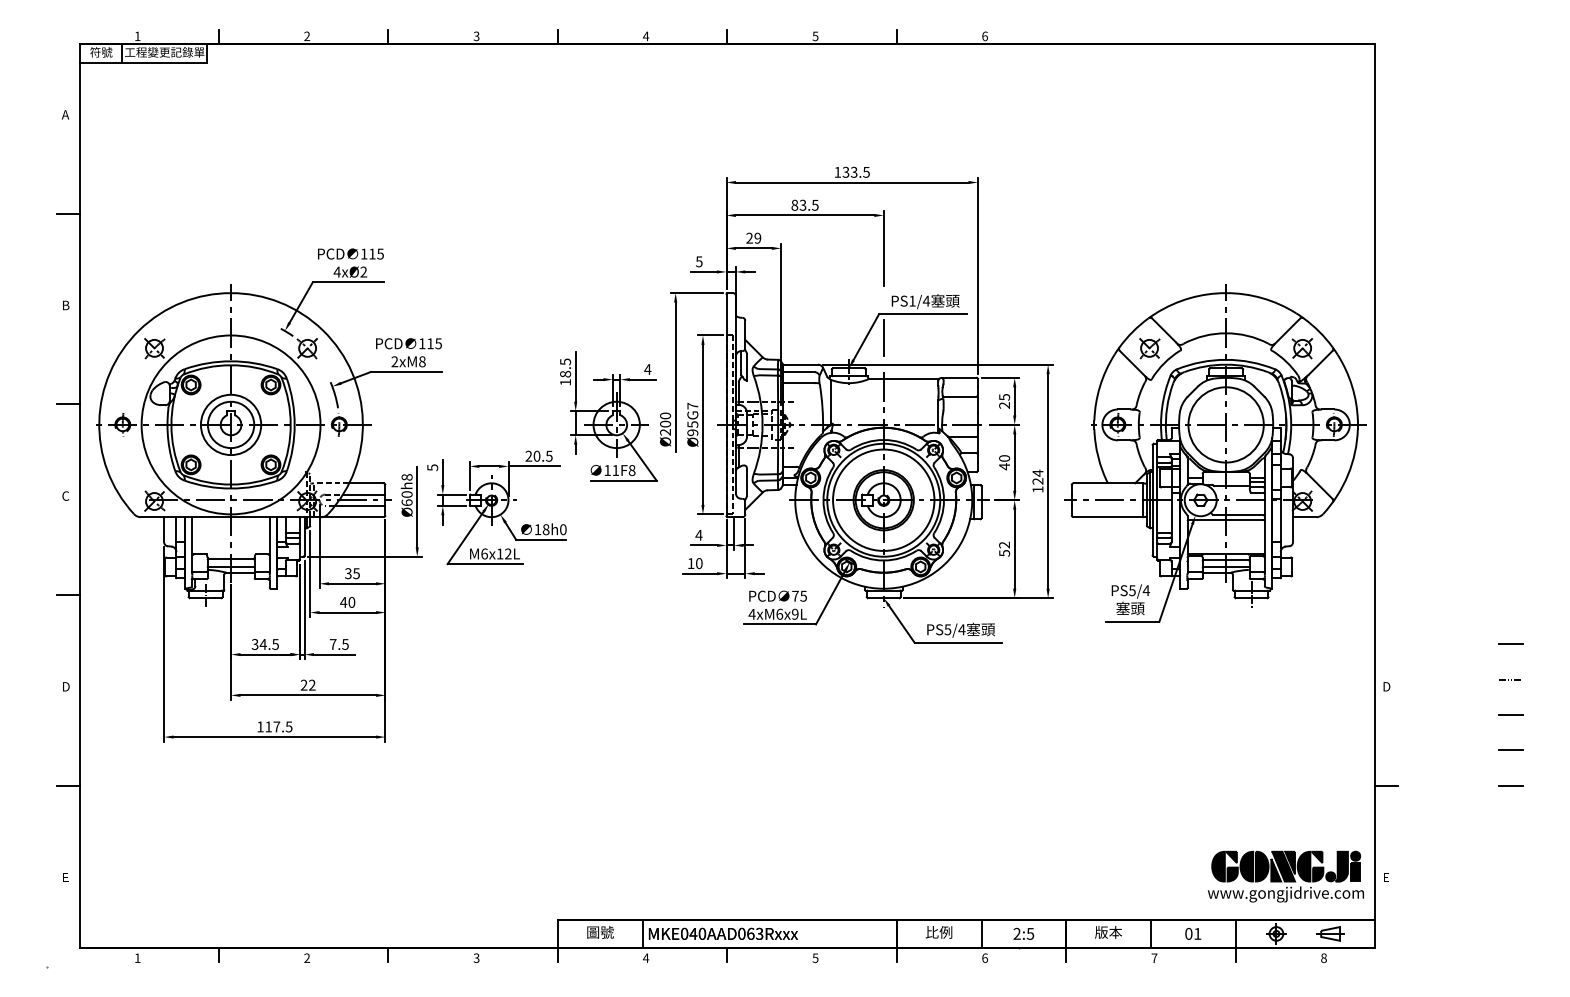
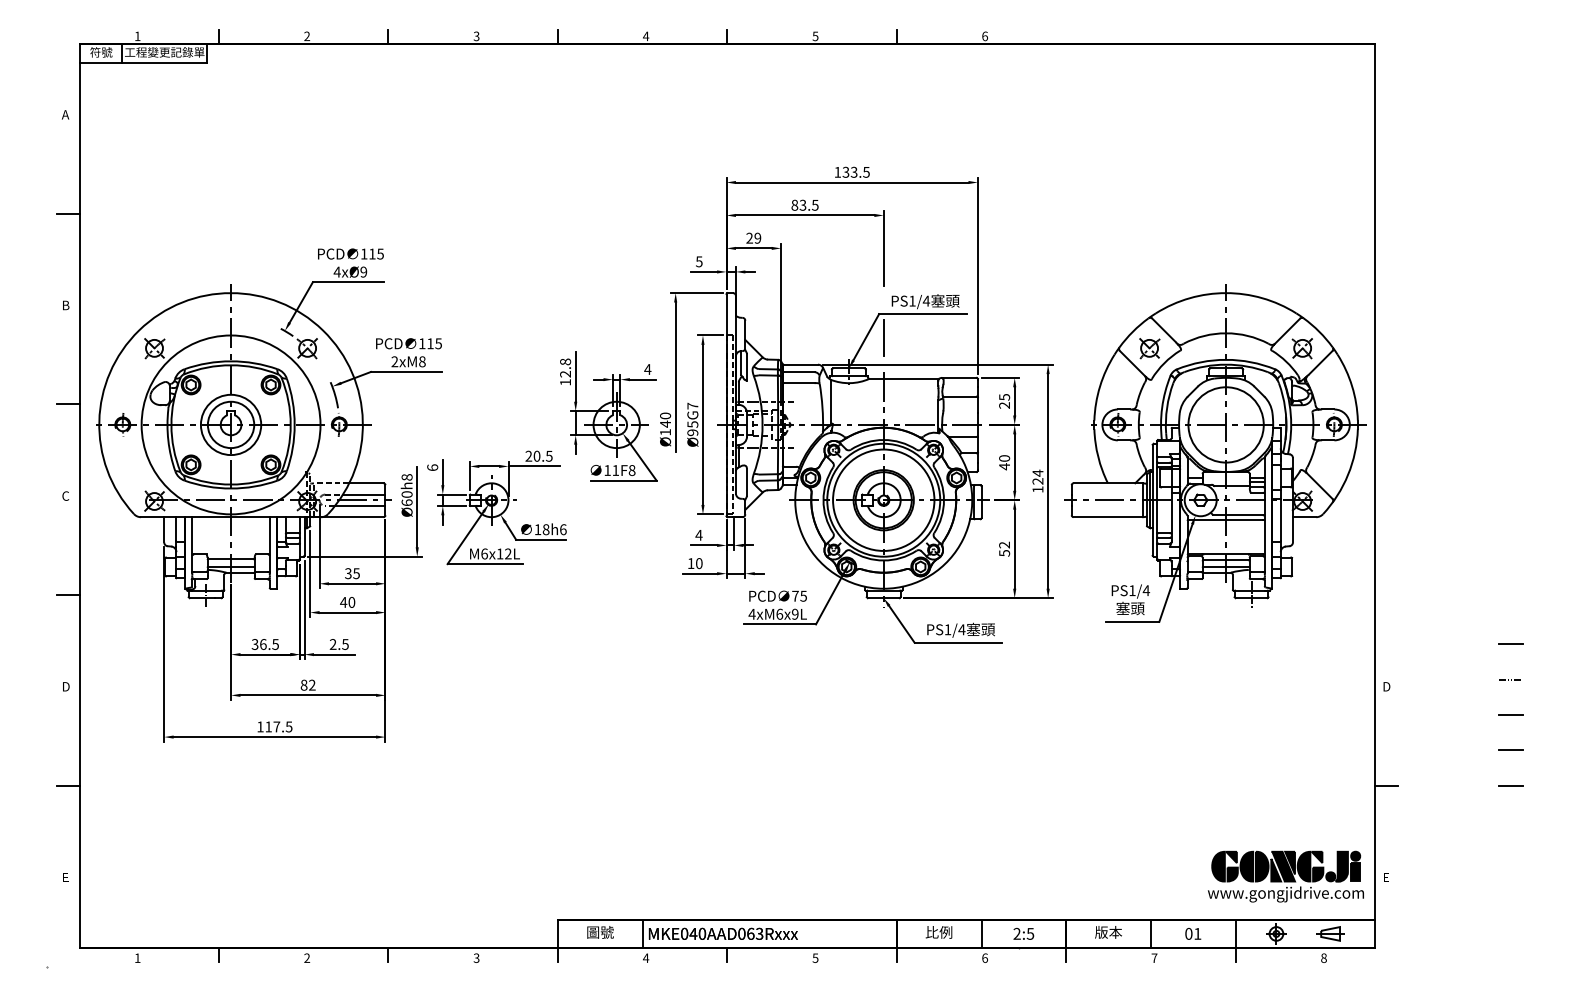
text at (363, 272): 4xØ2 -> 4xØ9
text at (565, 367): 18.5 -> 12.8
text at (665, 427): Ø200 -> Ø140
text at (432, 467): 5 -> 6
text at (563, 529): 18h0 -> 18h6
text at (1132, 590): PS5/4 -> PS1/4
text at (947, 629): PS5/4 -> PS1/4
text at (262, 644): 34.5 -> 36.5
text at (332, 644): 7.5 -> 2.5
text at (303, 684): 22 -> 82
